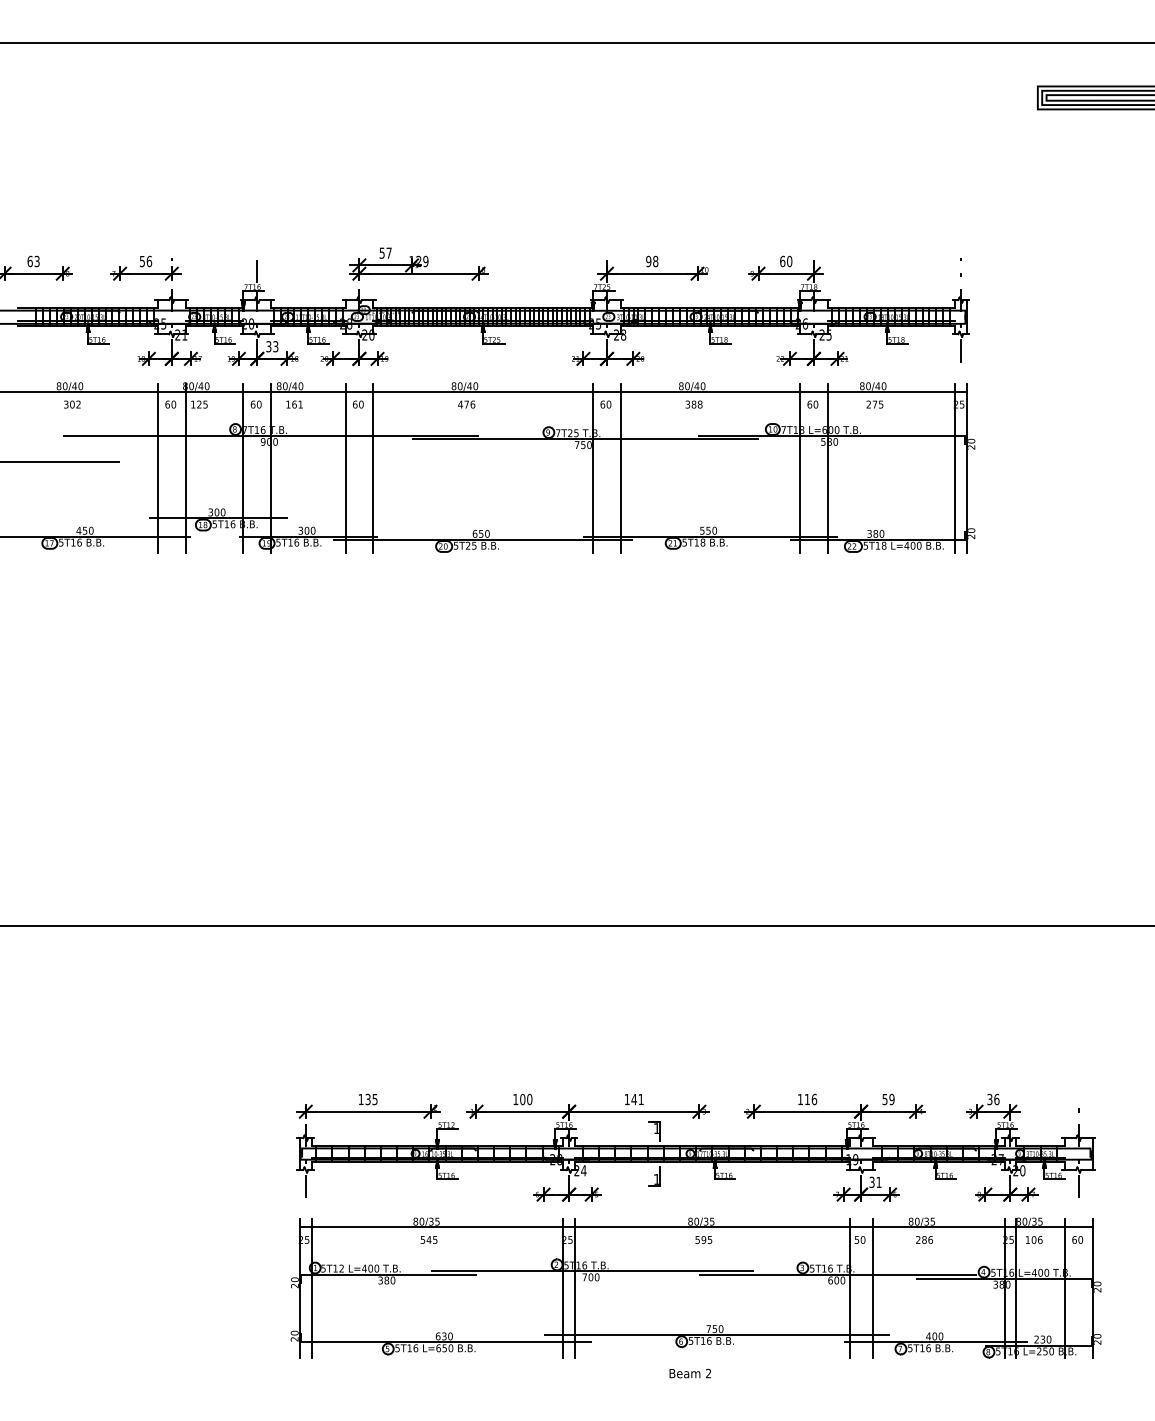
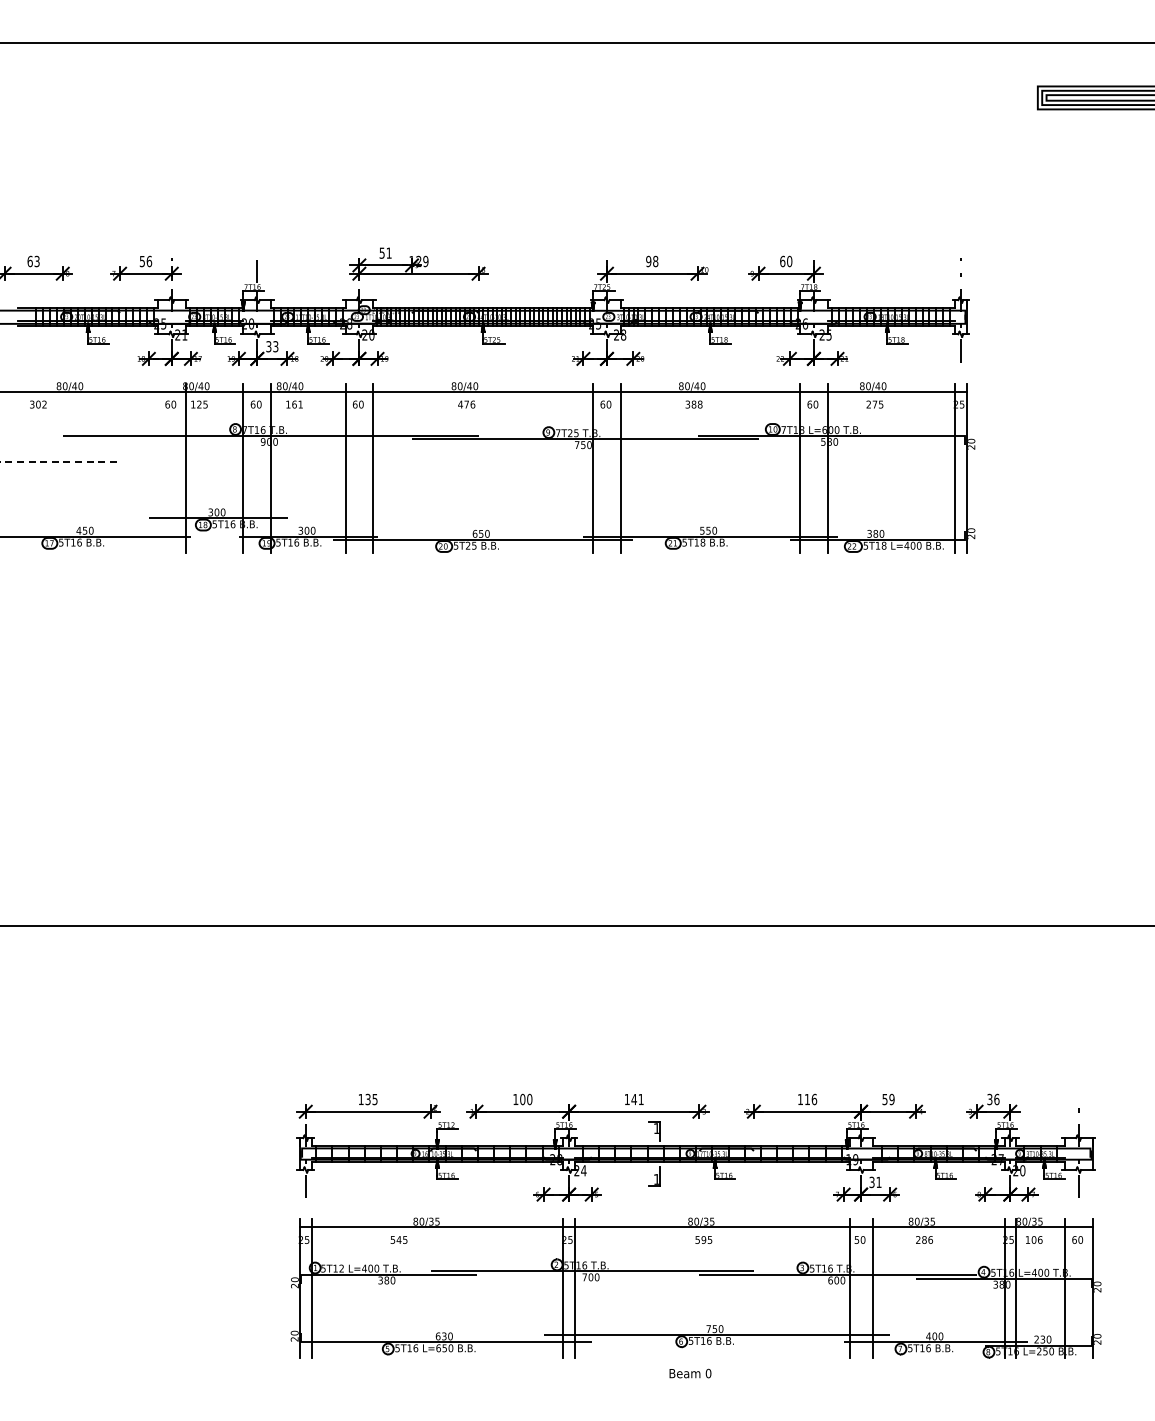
text at (388, 252): 57 -> 51
text at (72, 404) position: (72, 404) -> (38, 404)
line at (60, 461): solid -> dashed
line at (157, 467): present -> none
text at (428, 1239) position: (428, 1239) -> (398, 1239)
text at (708, 1373): 2 -> 0
